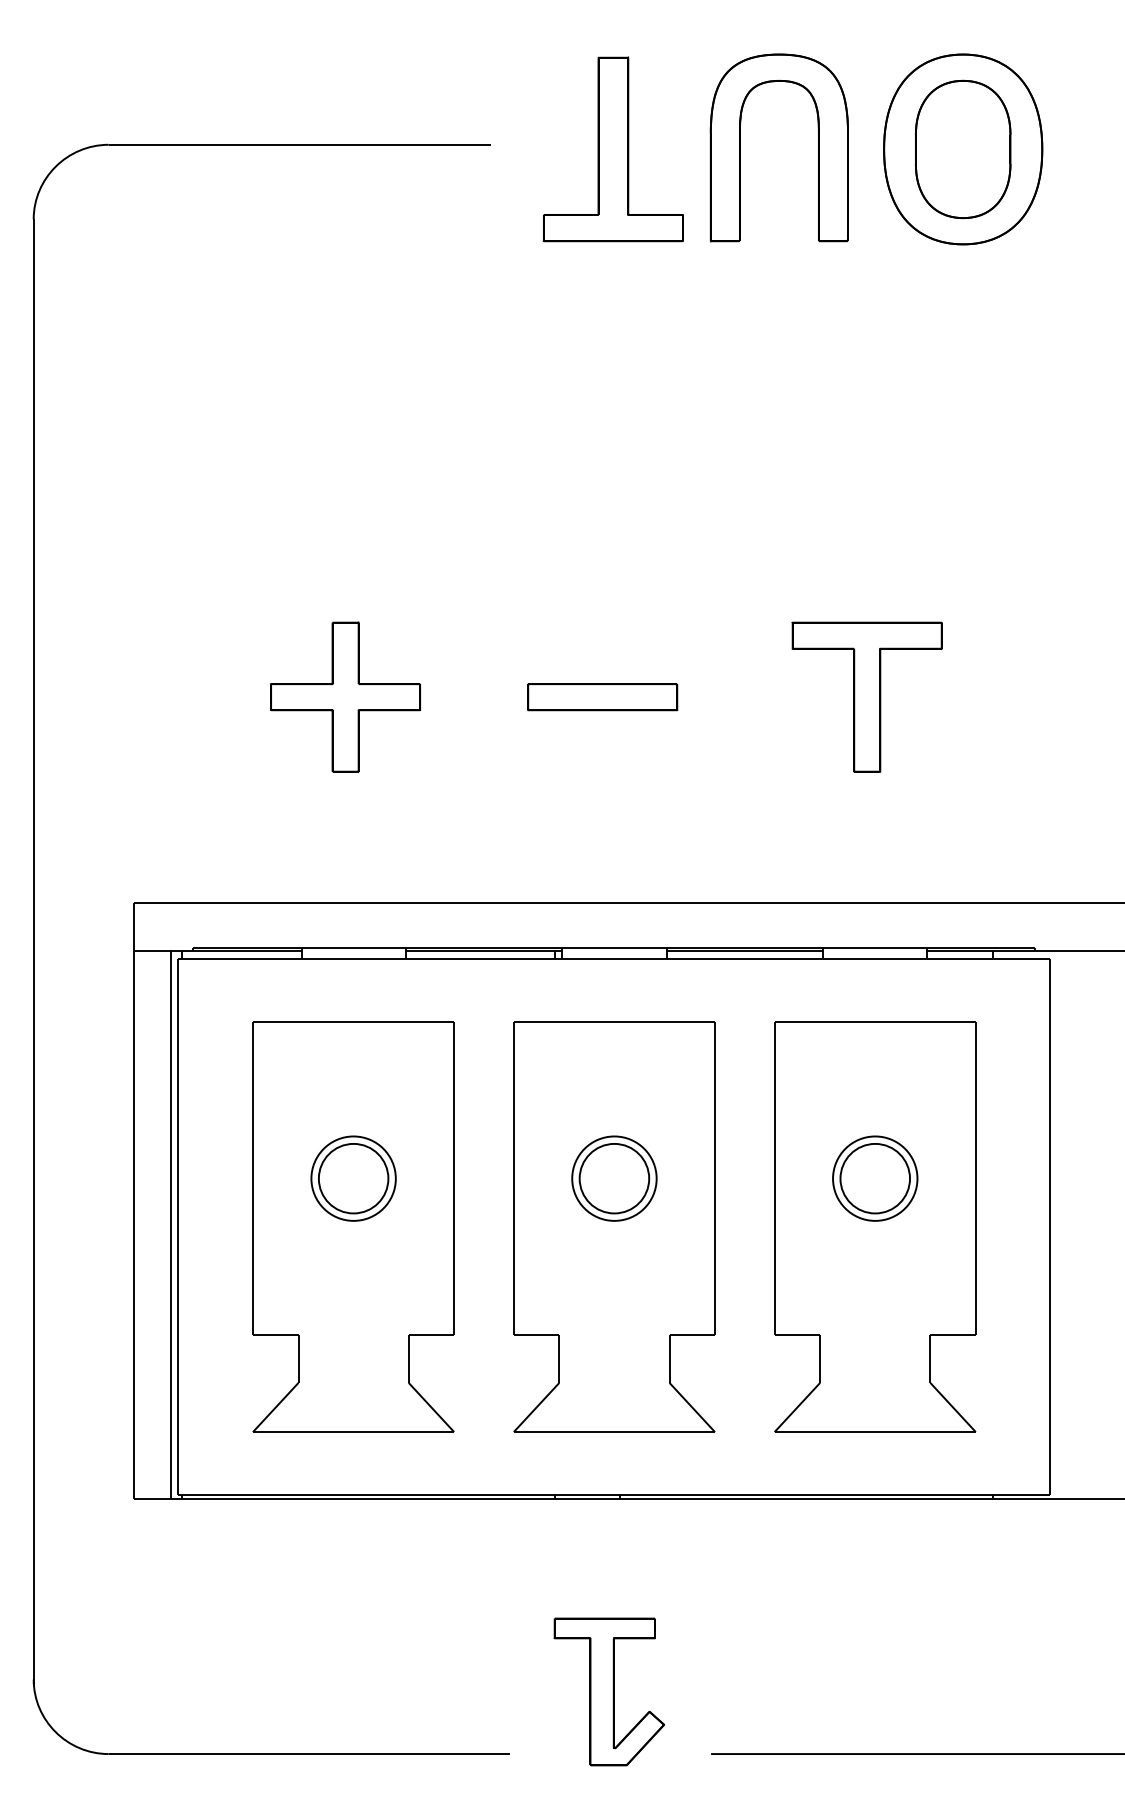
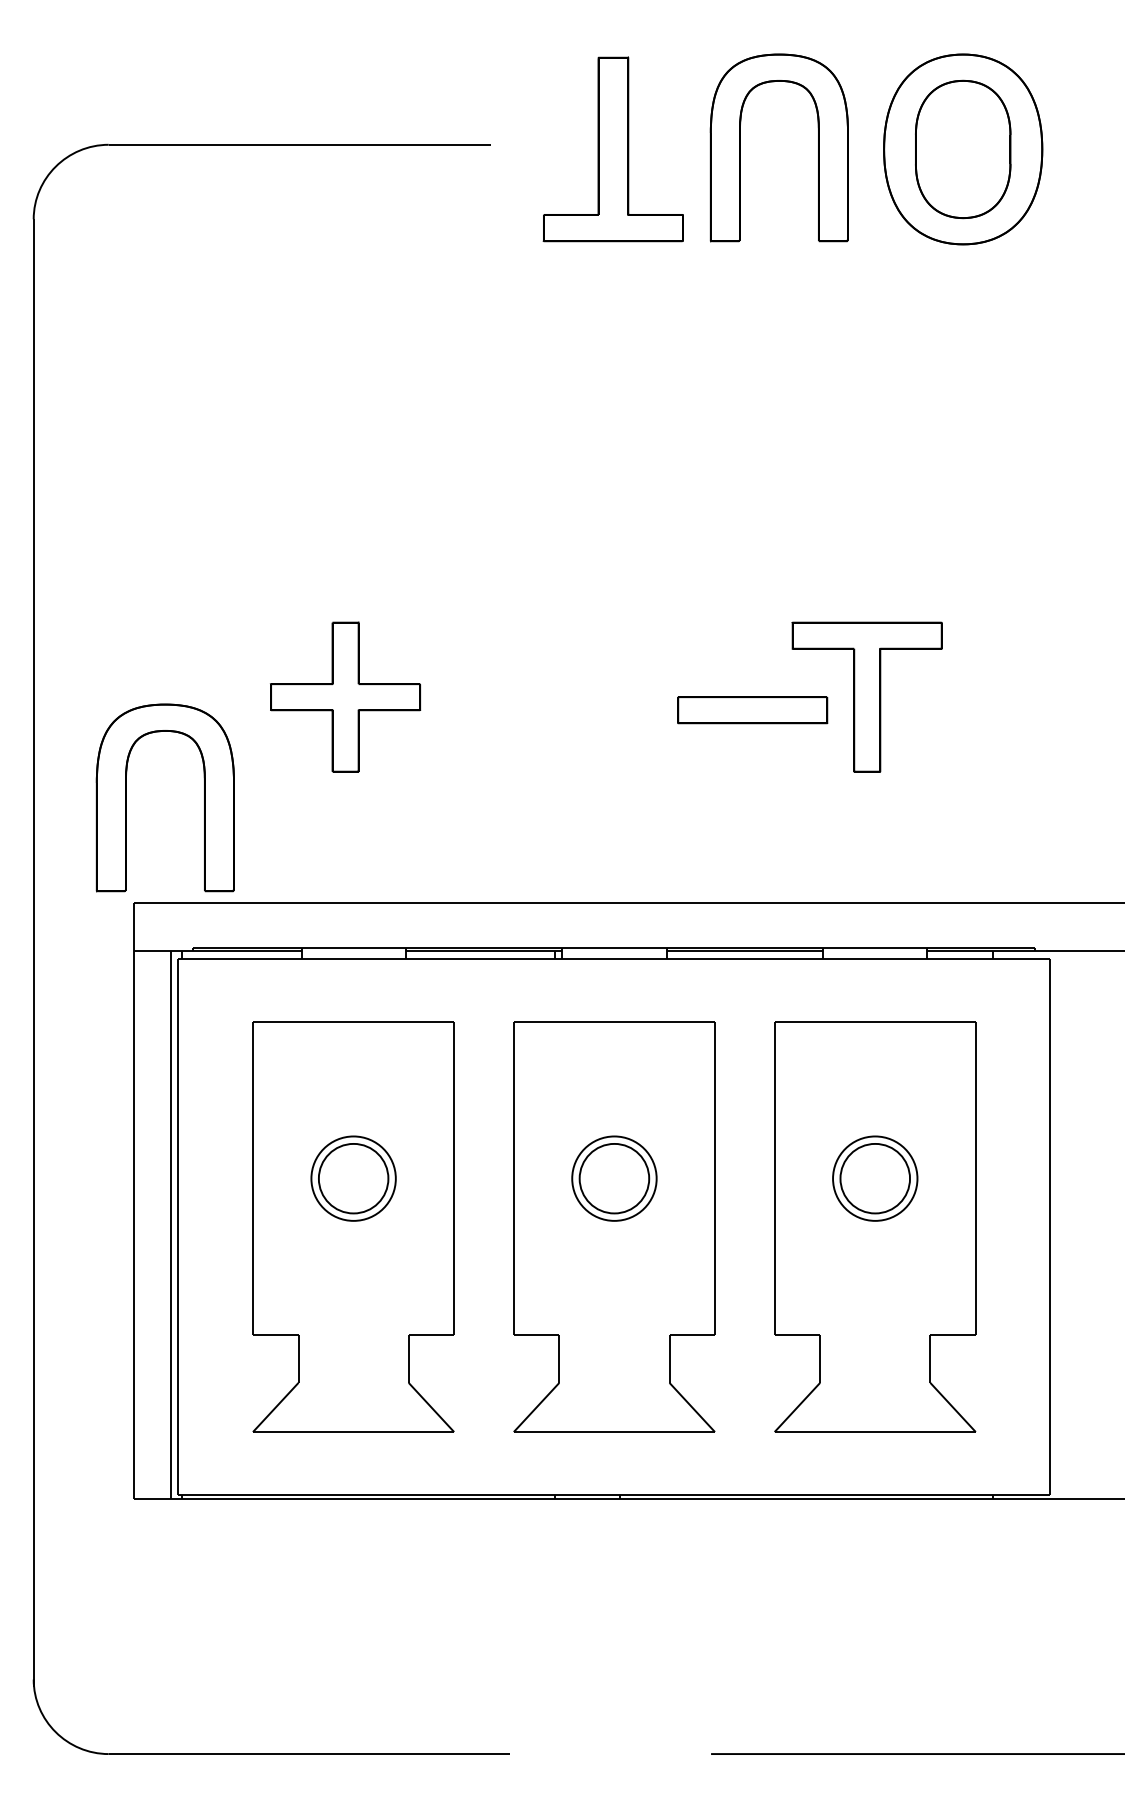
part at (602, 697) position: (602, 697) -> (752, 710)
part at (126, 797): none -> present
part at (608, 1691): present -> none
